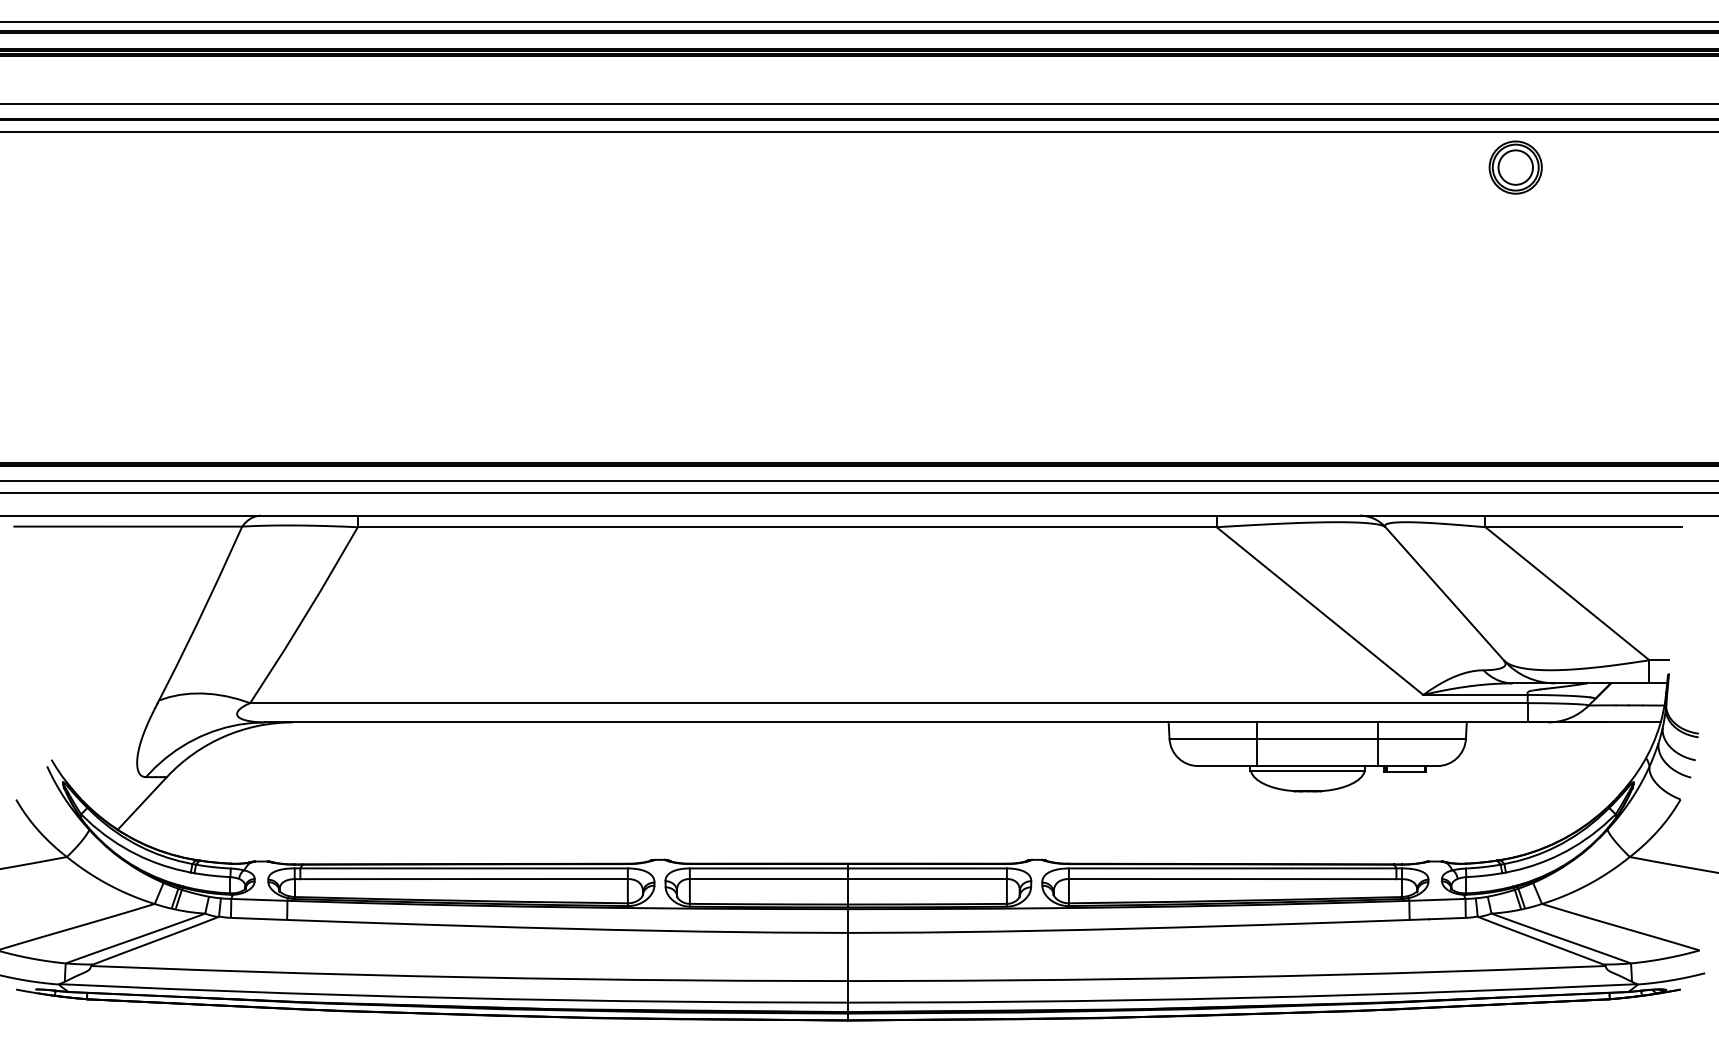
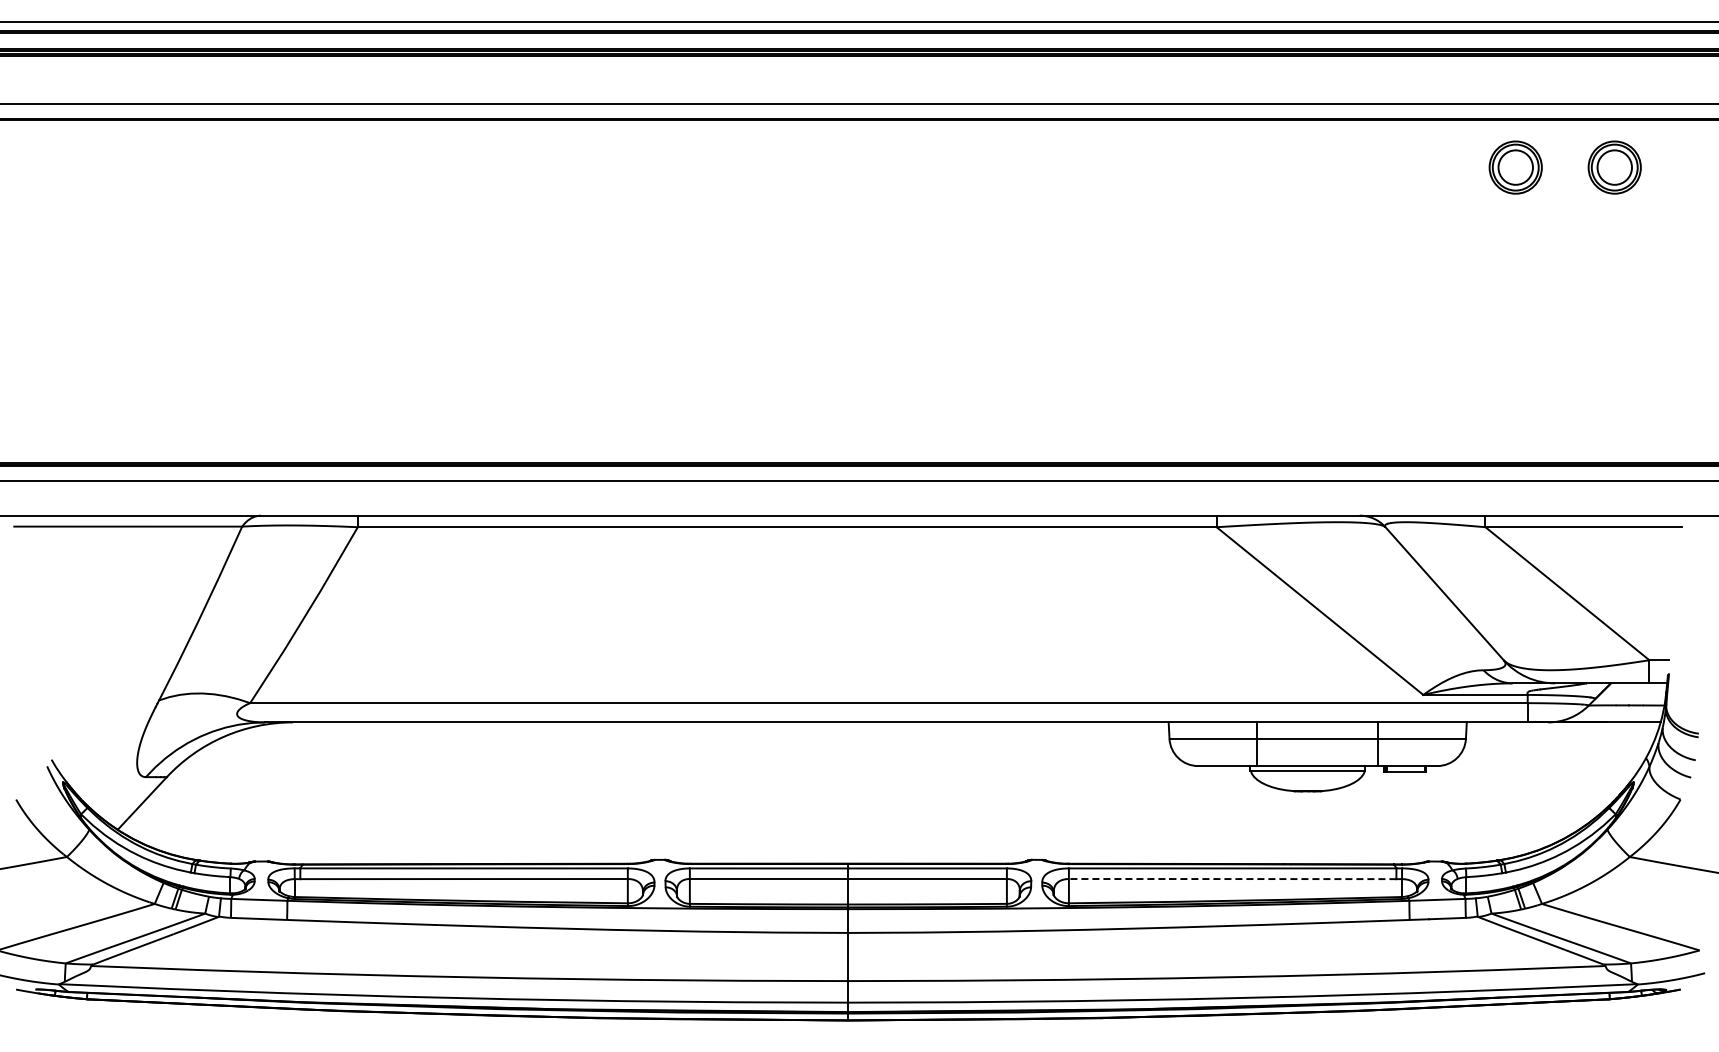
line at (858, 132): present -> none
part at (1614, 167): none -> present
line at (858, 492): present -> none
line at (1232, 879): solid -> dashed
